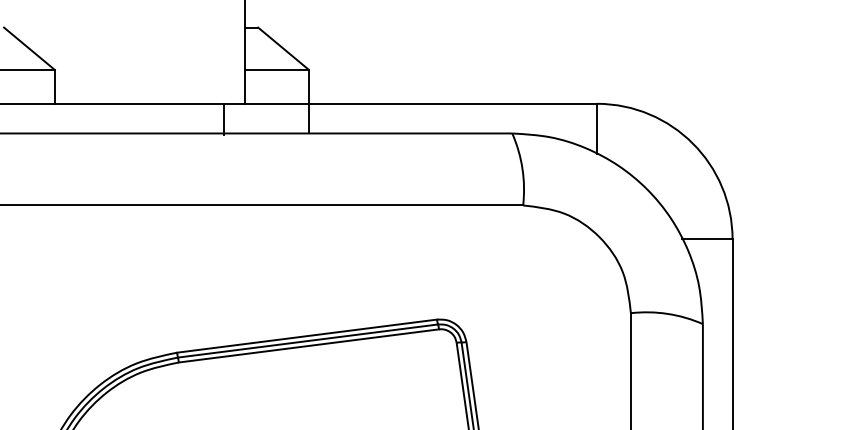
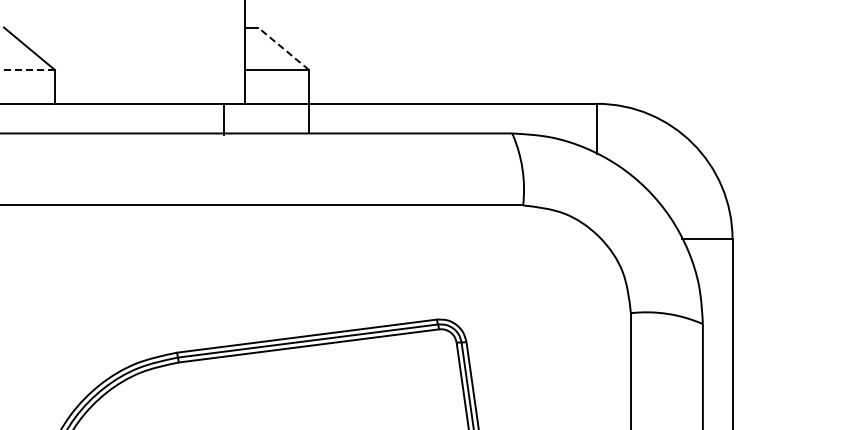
line at (283, 48): solid -> dashed
line at (27, 69): solid -> dashed
